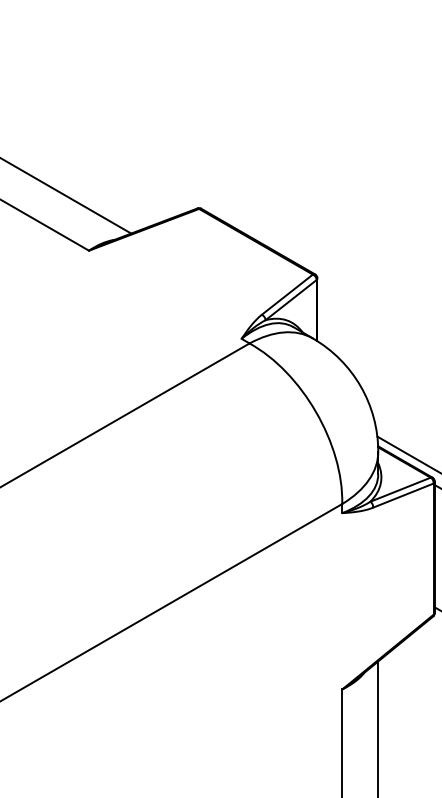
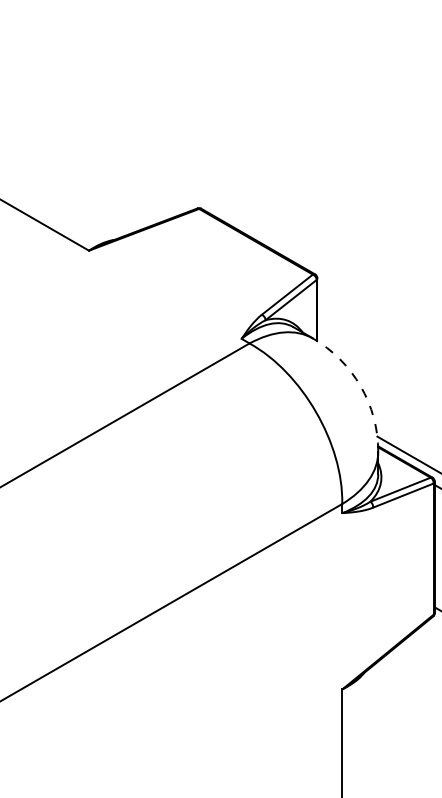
line at (66, 196): present -> none
arc at (360, 386): solid -> dashed
line at (378, 727): present -> none
